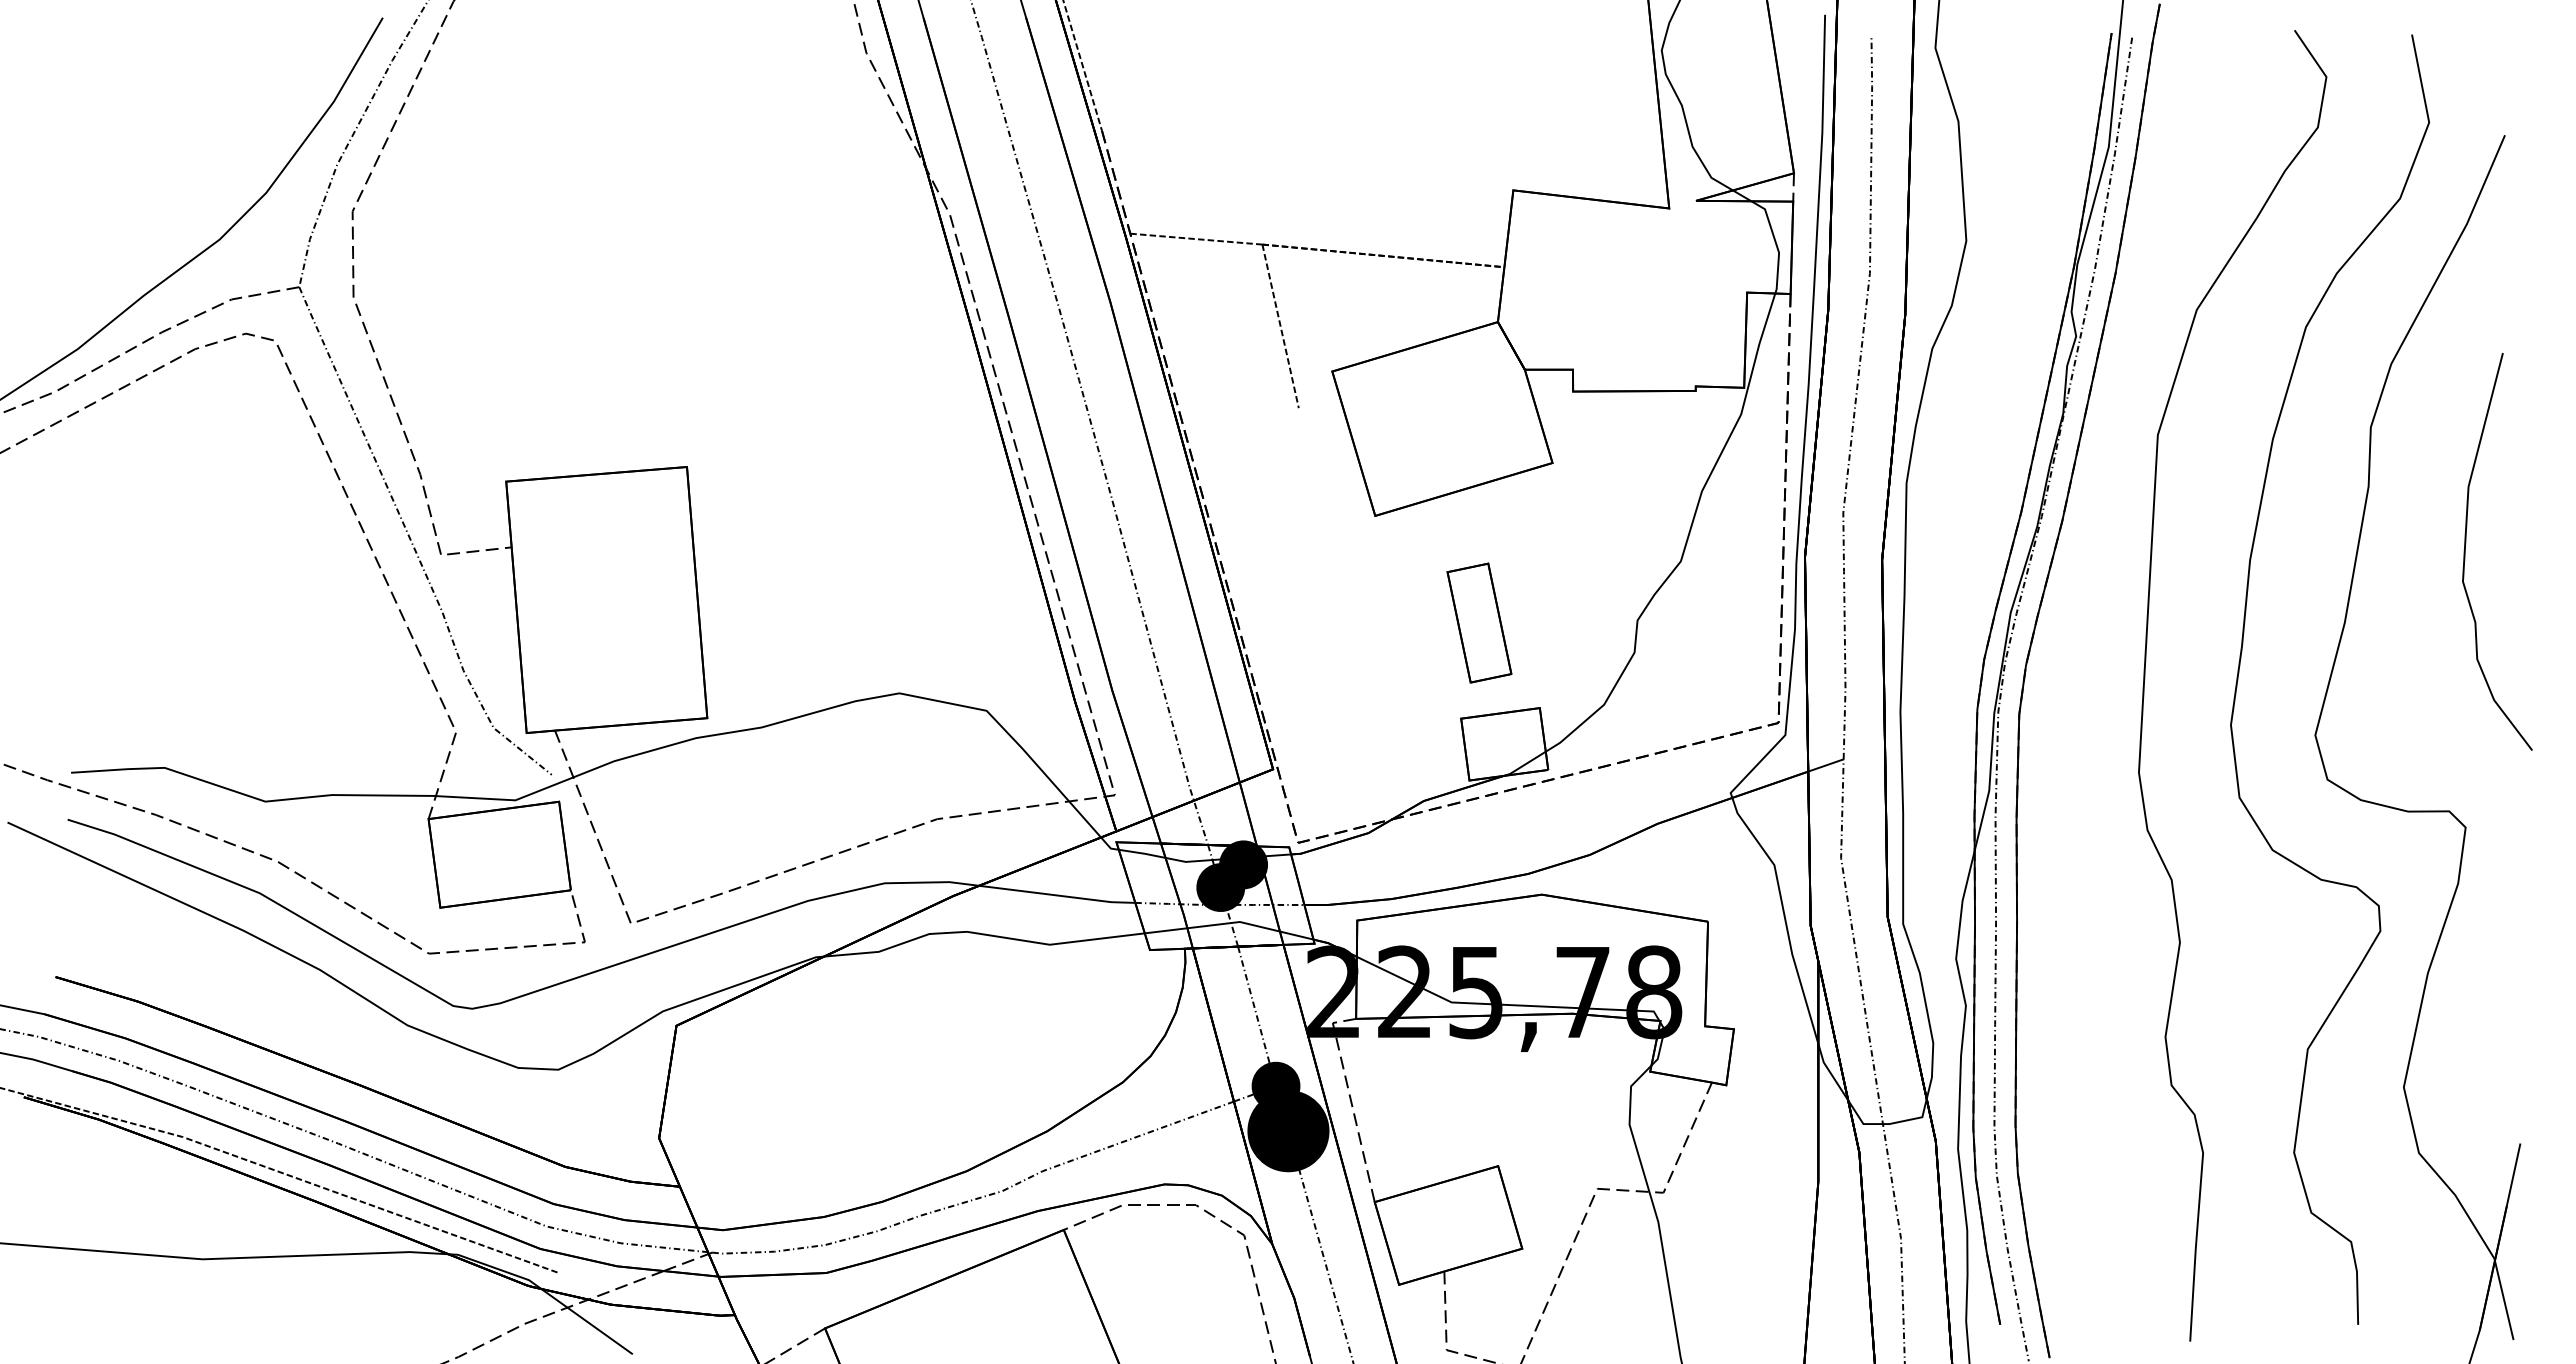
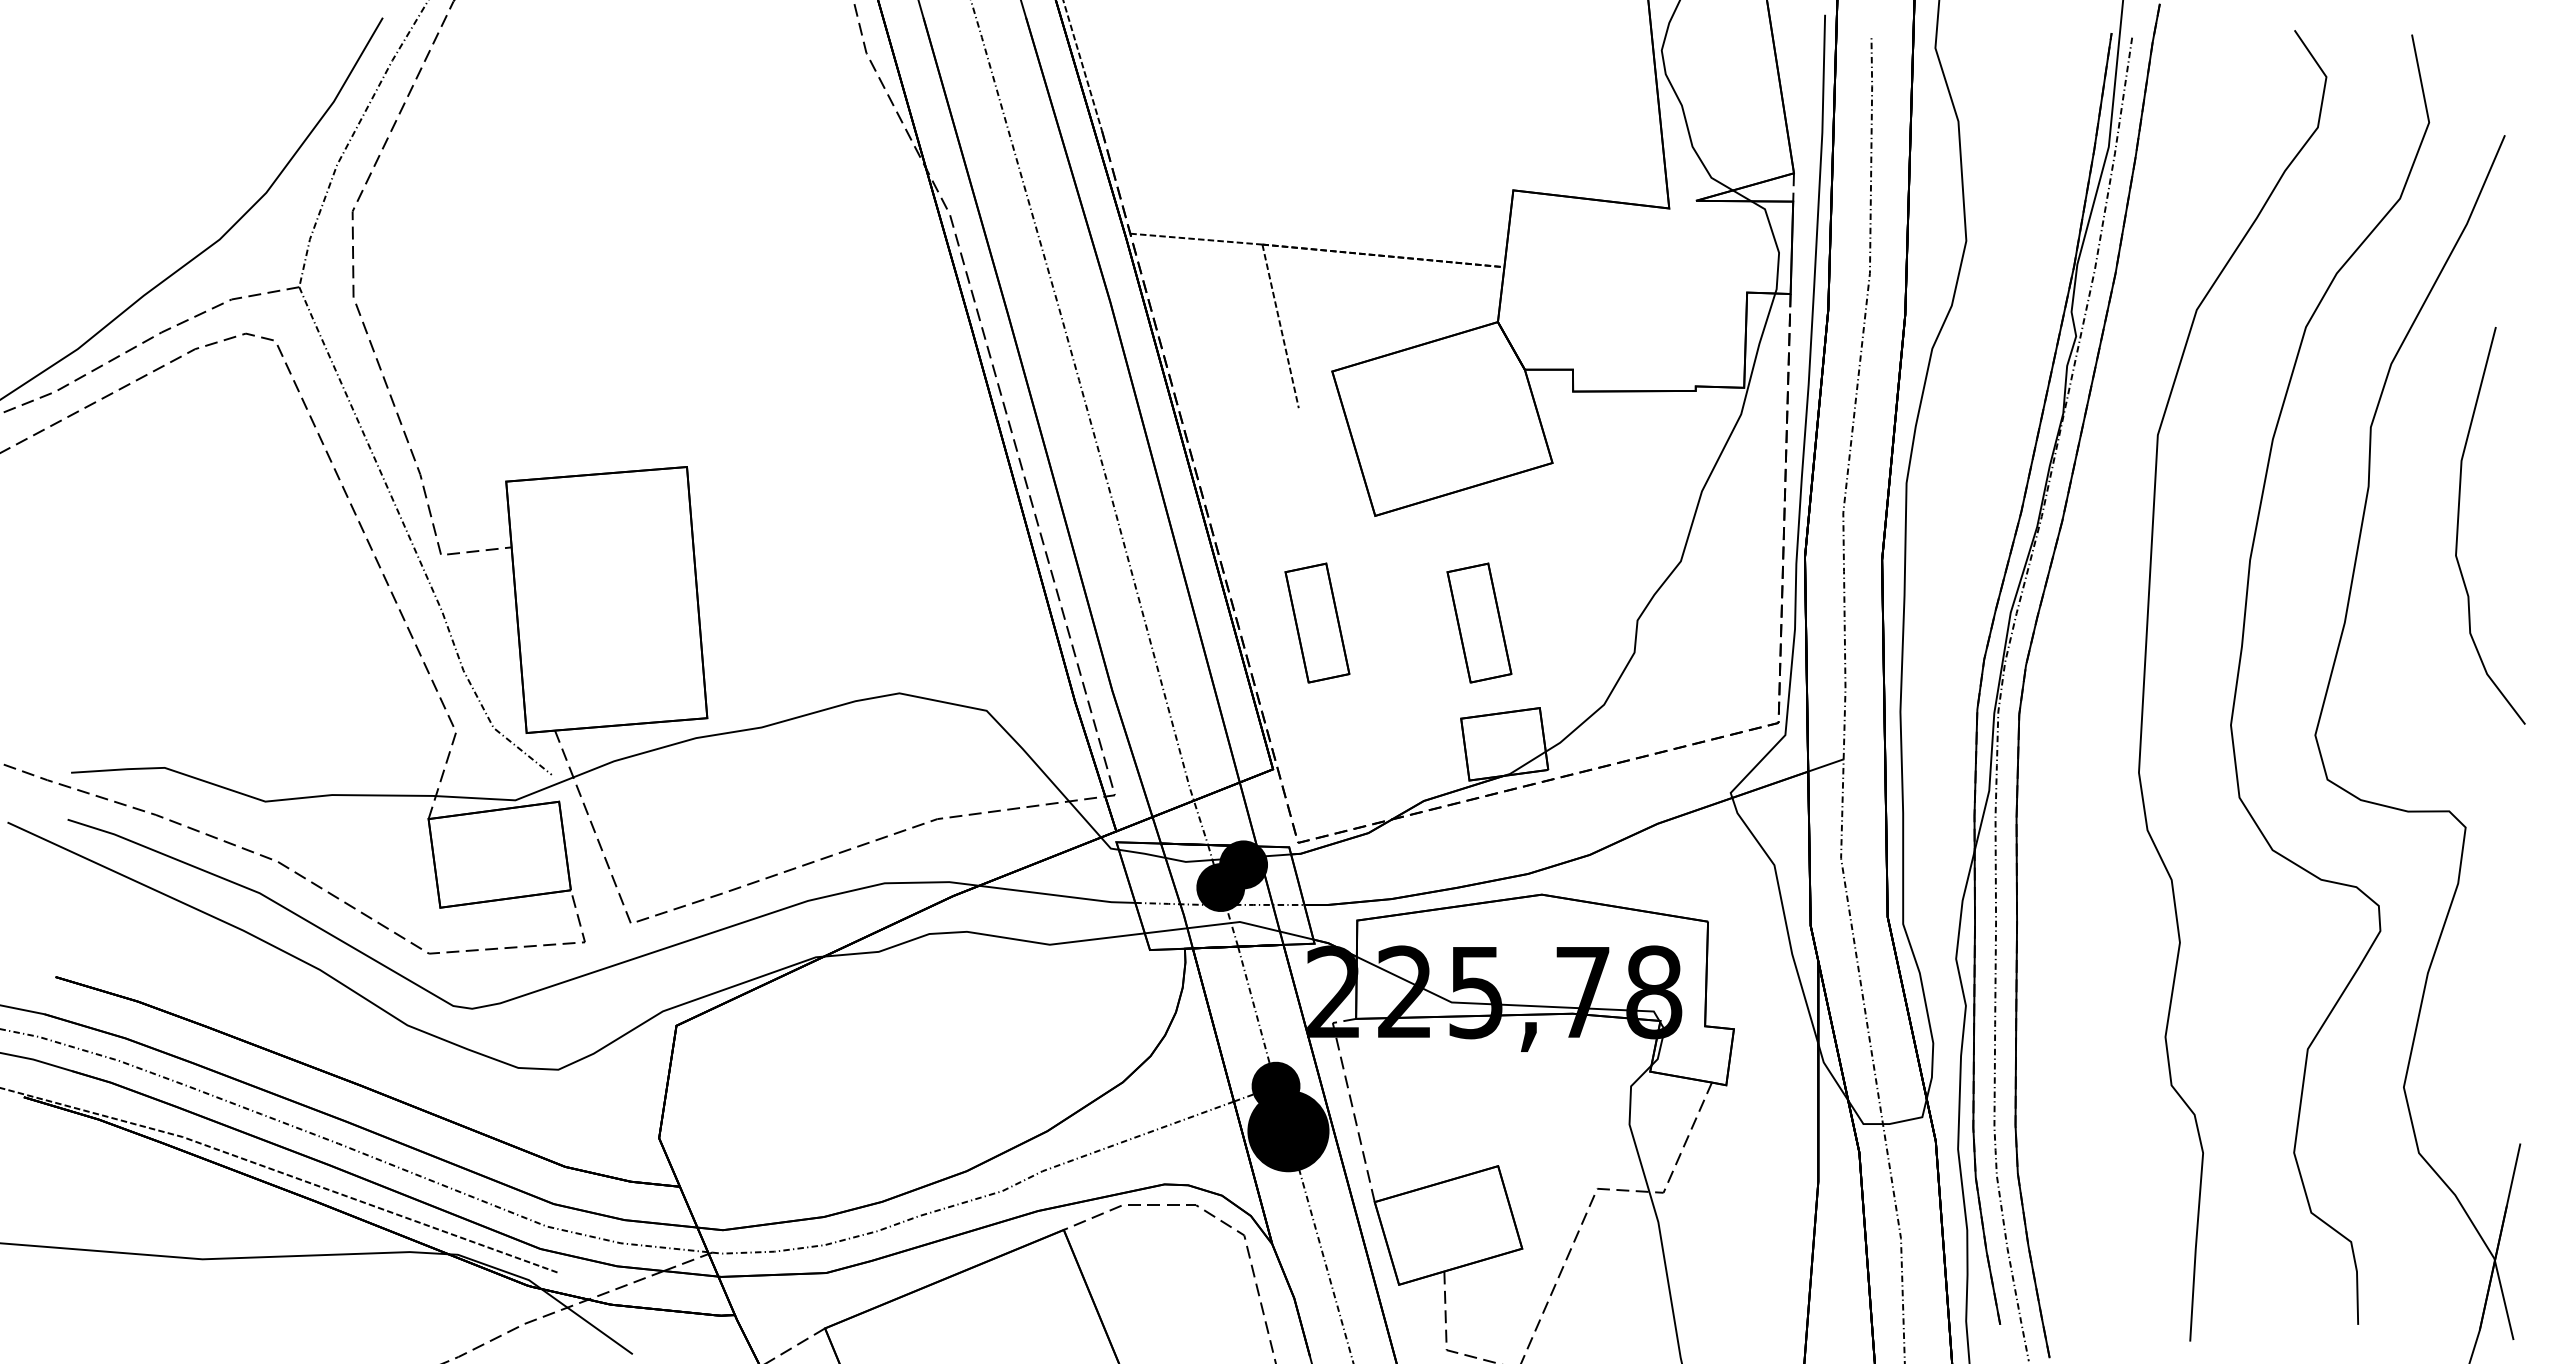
part at (2466, 544) position: (2466, 544) -> (2459, 518)
part at (1317, 622): none -> present
